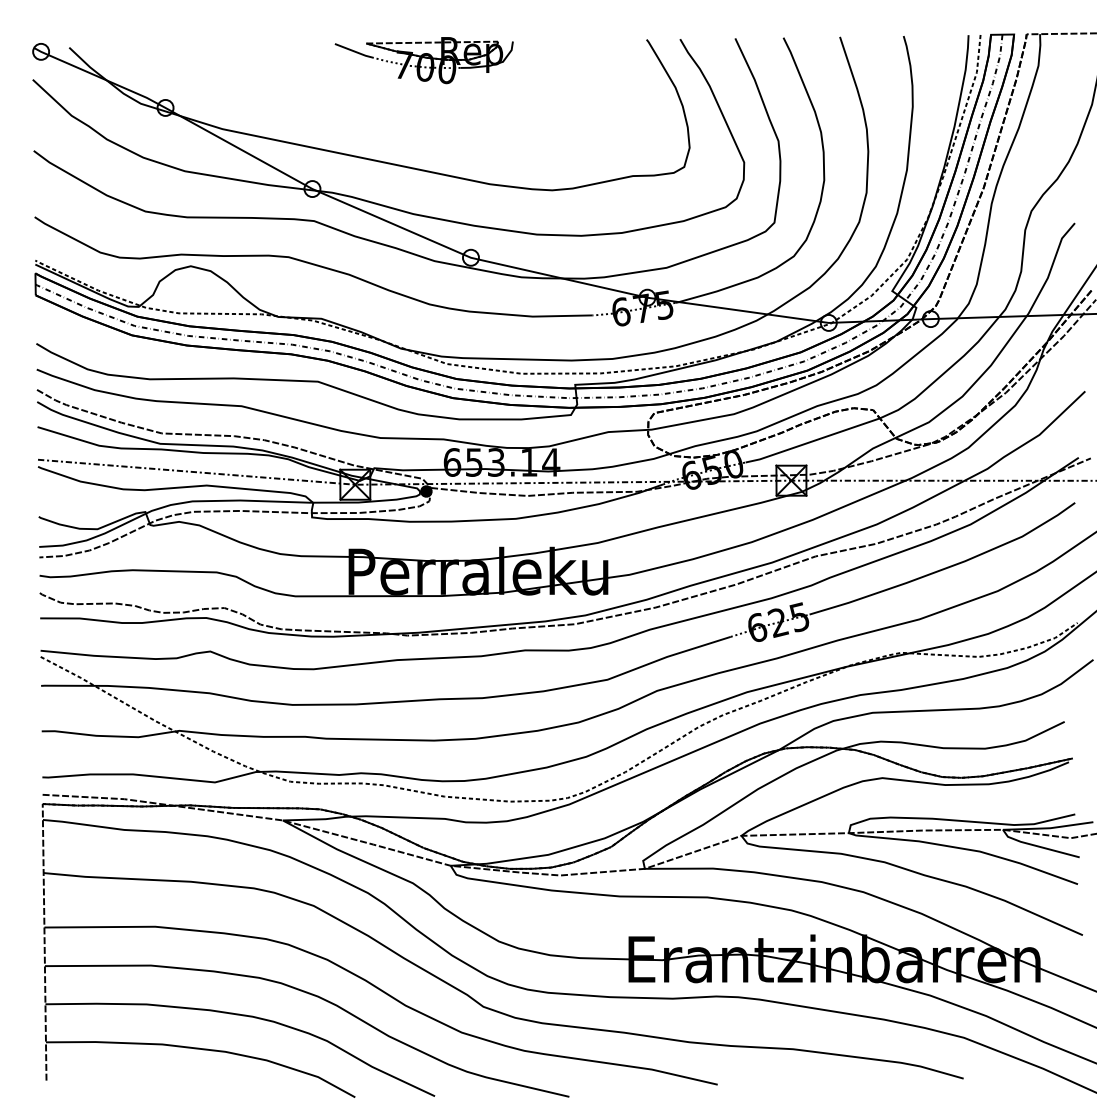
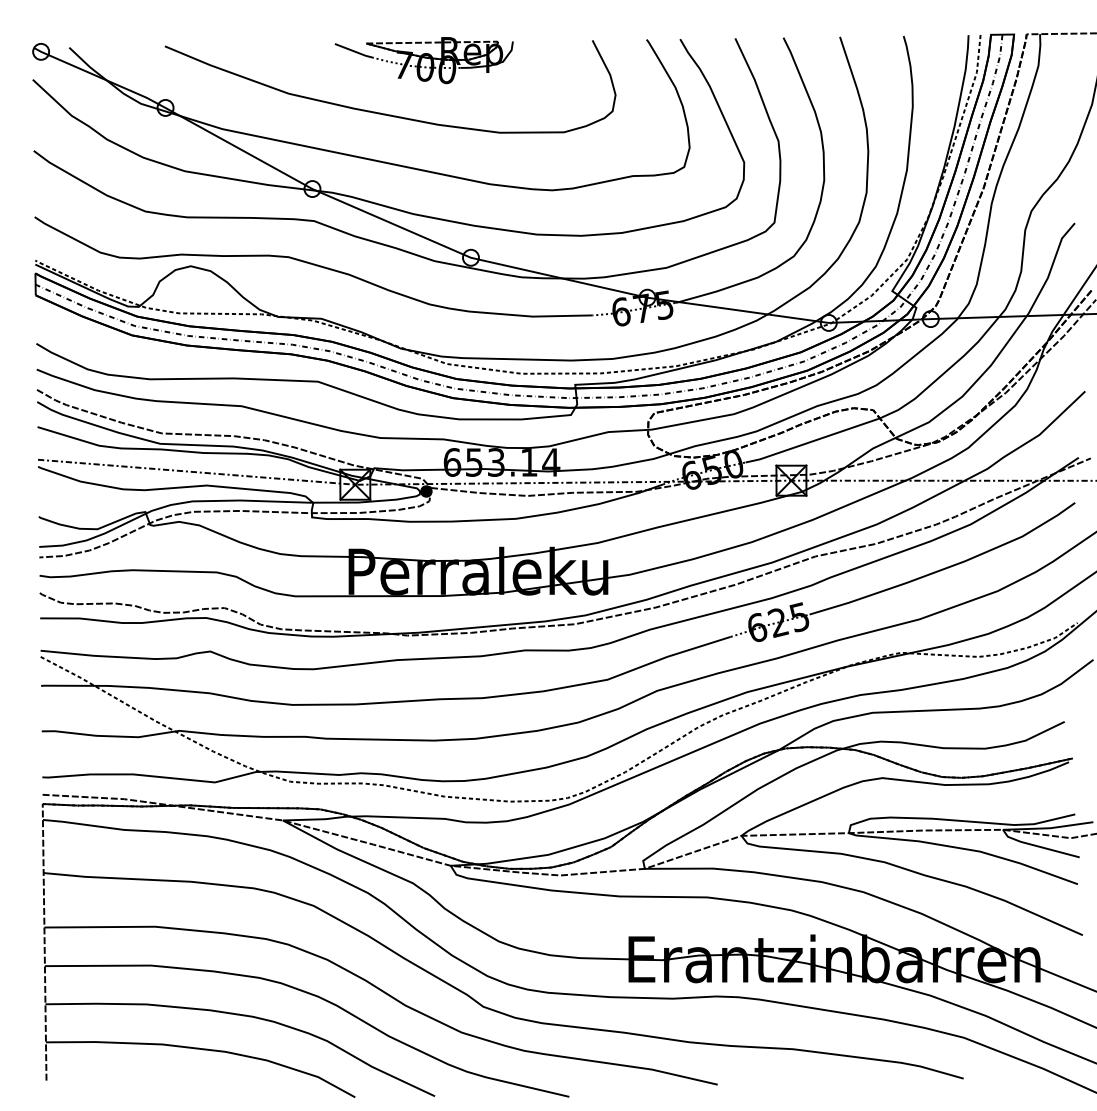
curve at (386, 113): none -> present
